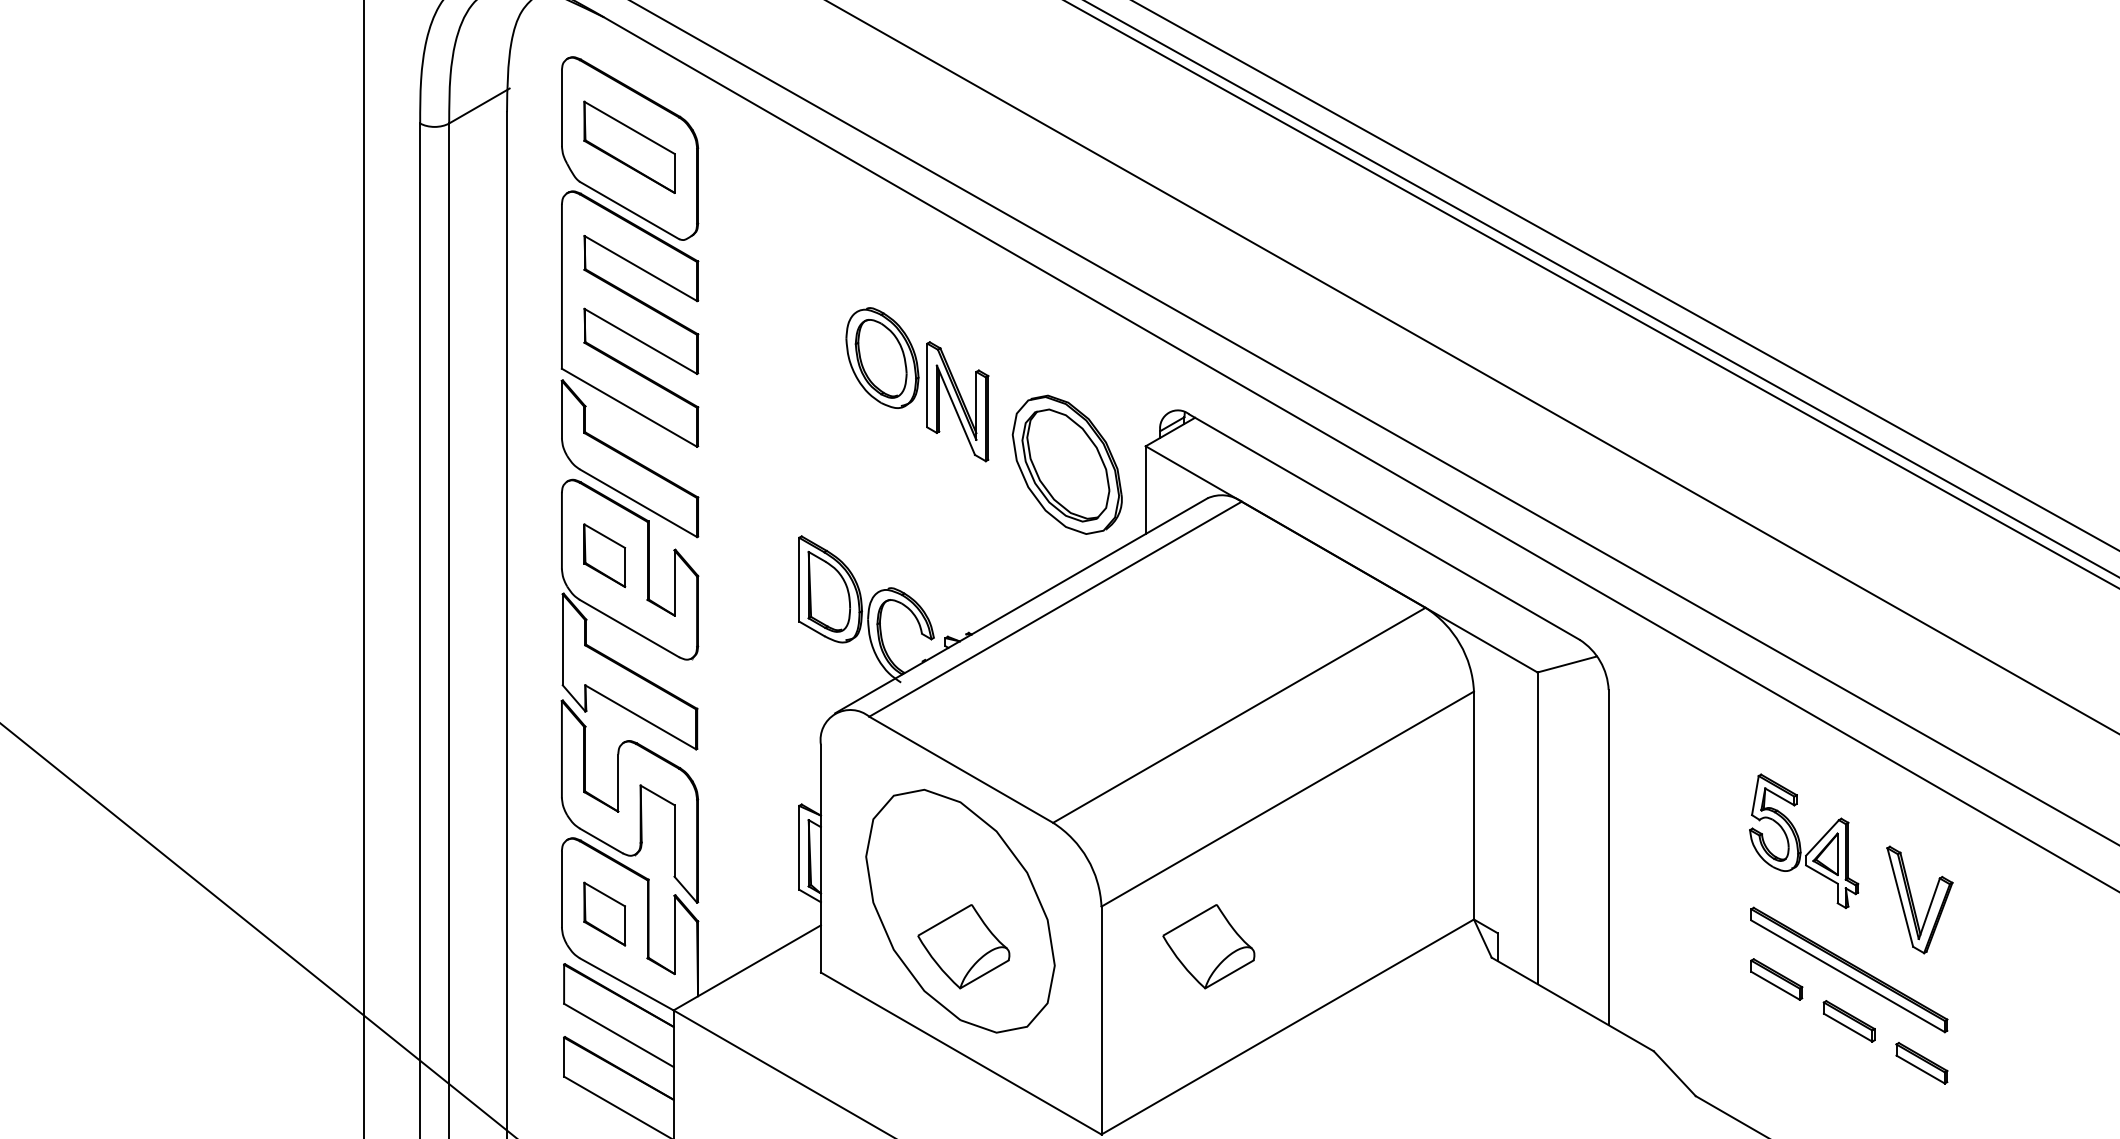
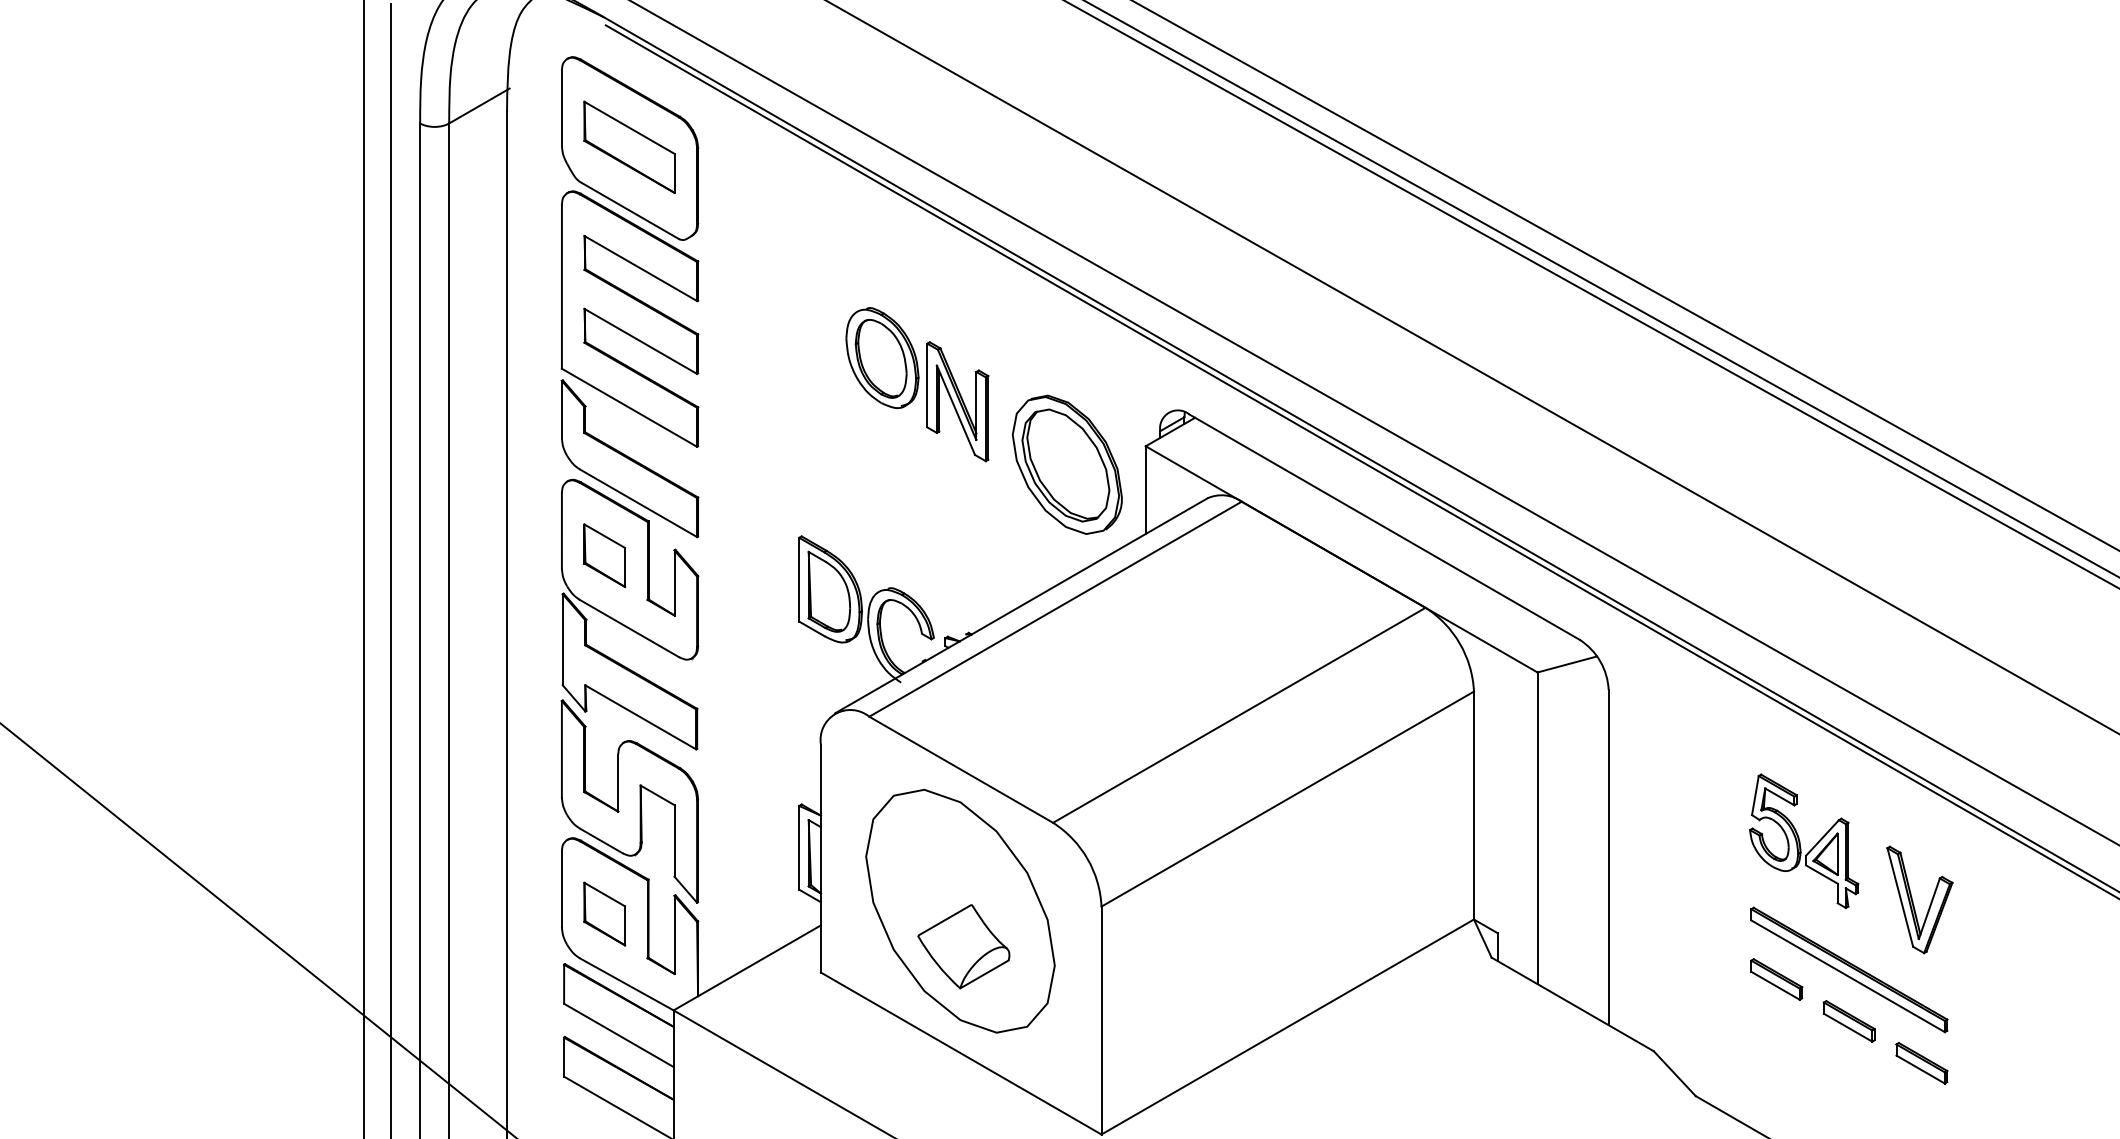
line at (1360, 461): none -> present
line at (391, 569): none -> present
part at (1208, 946): present -> none
